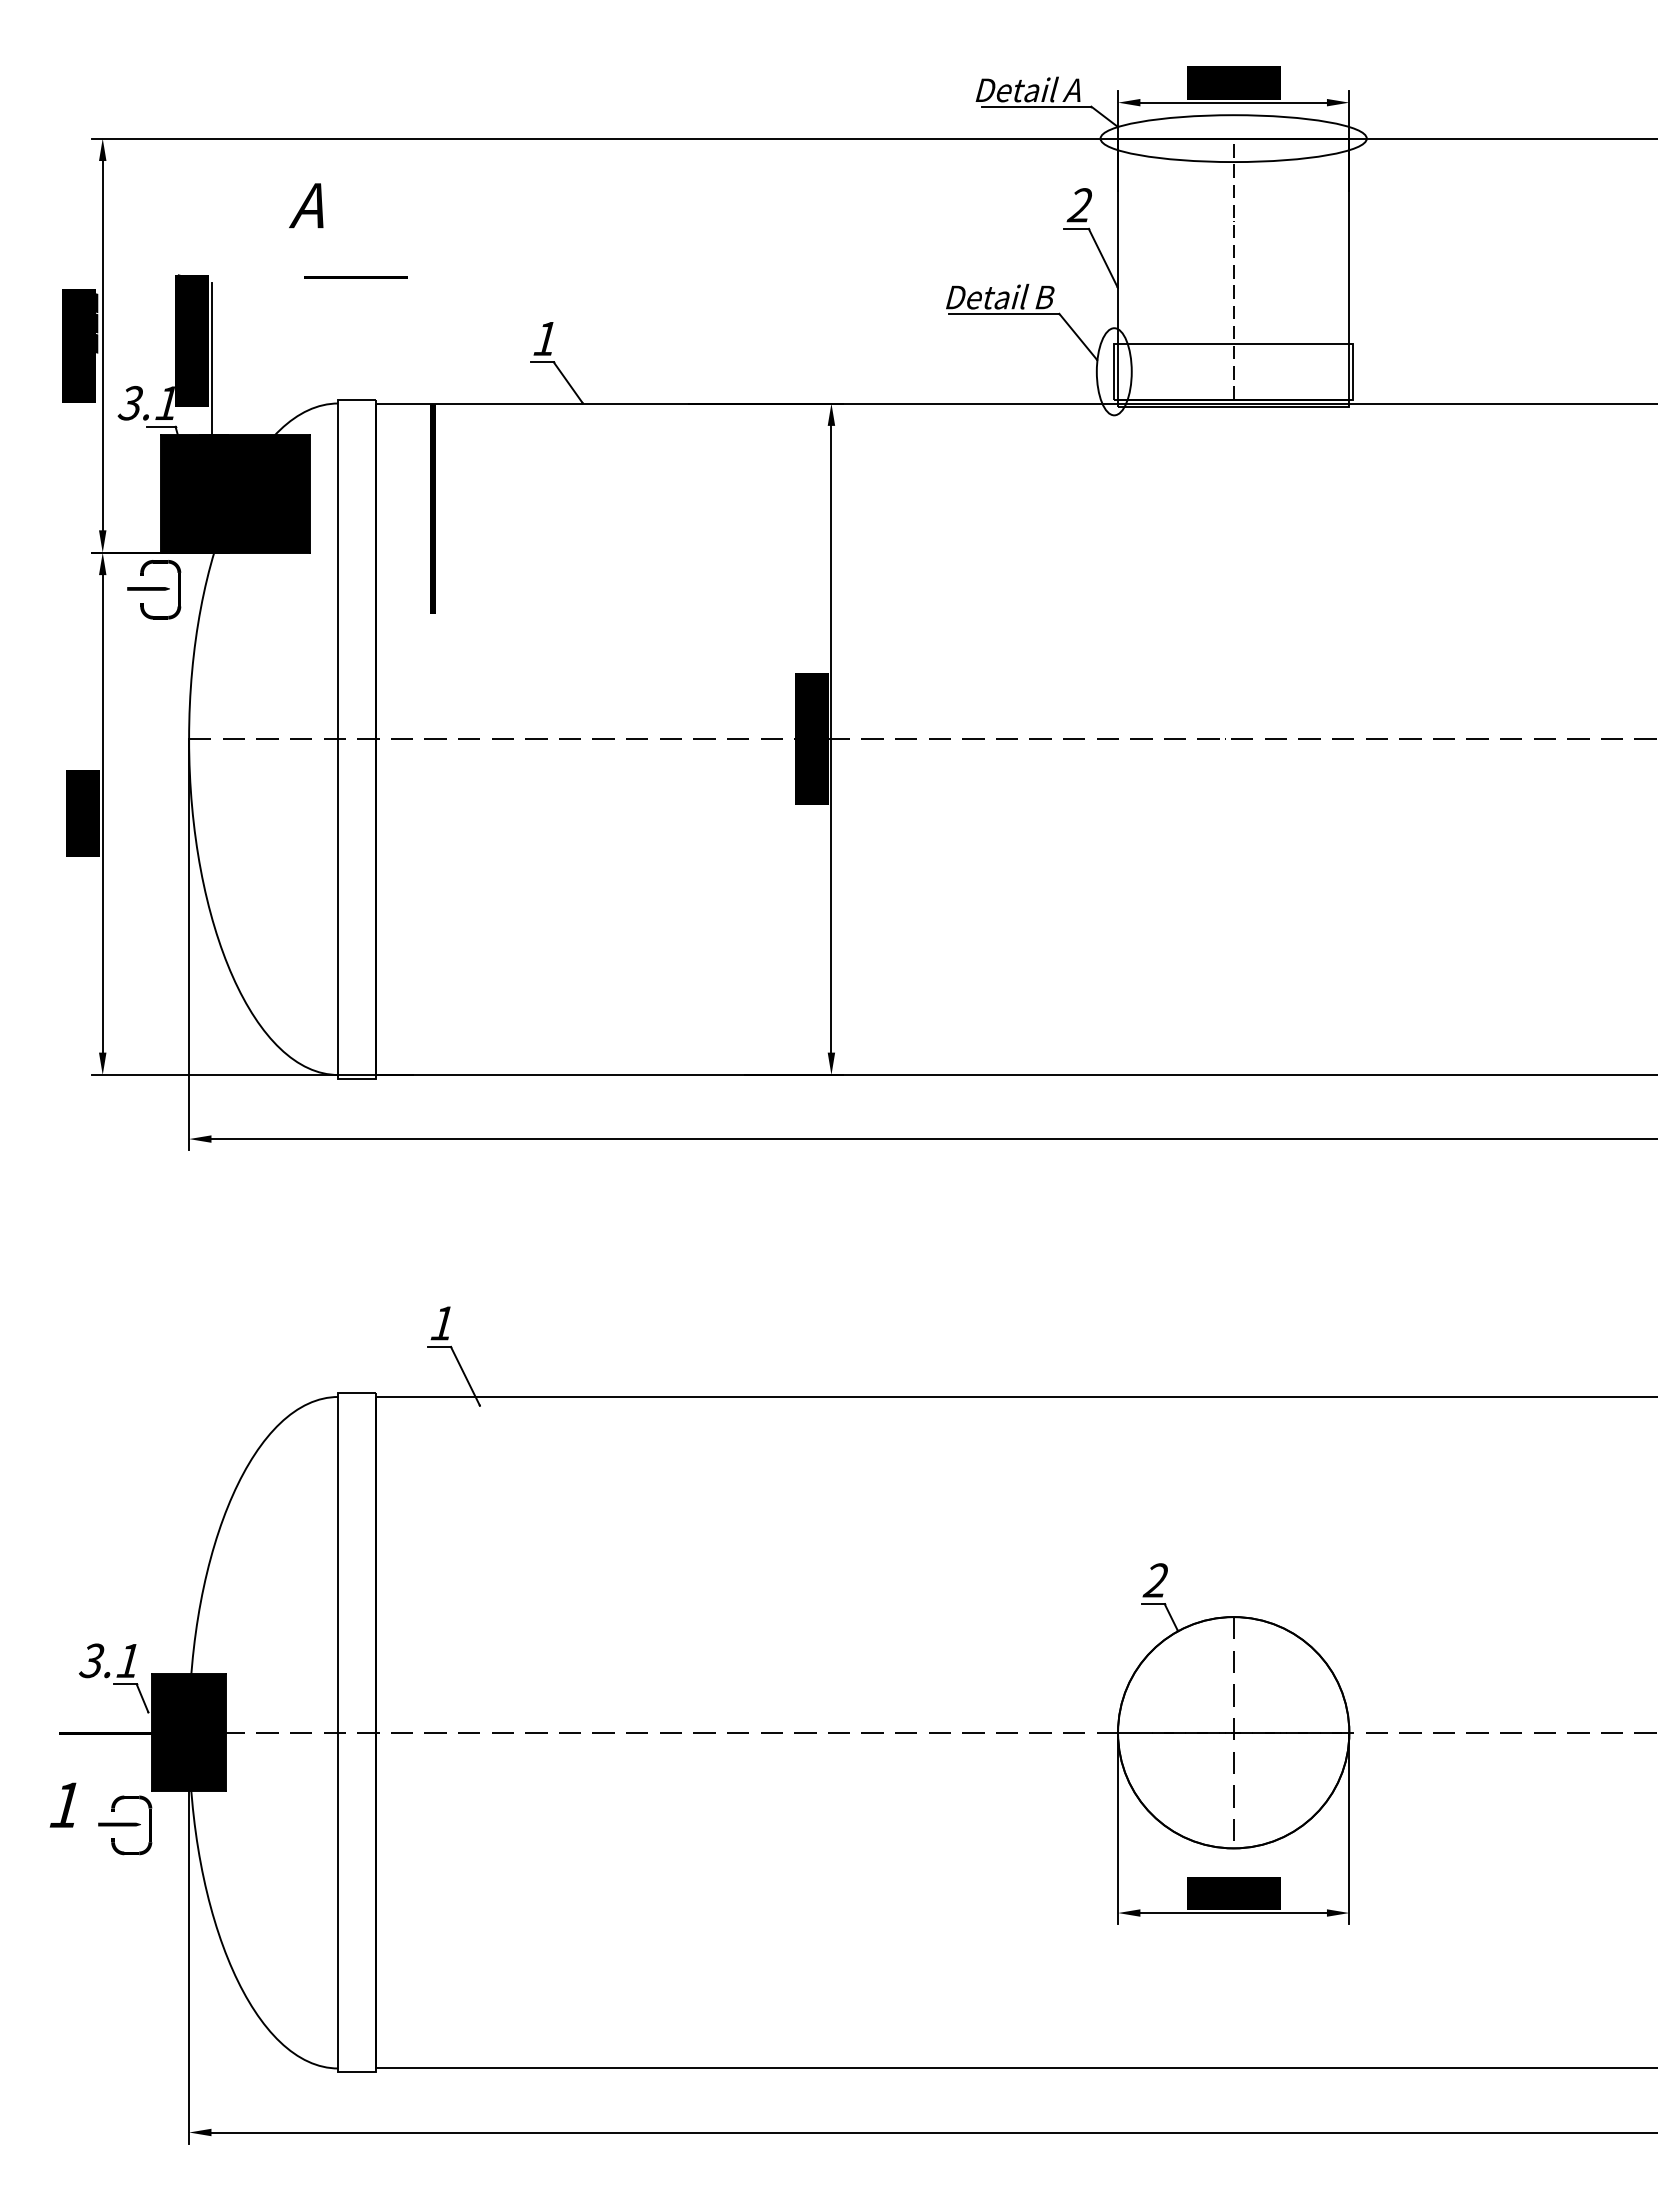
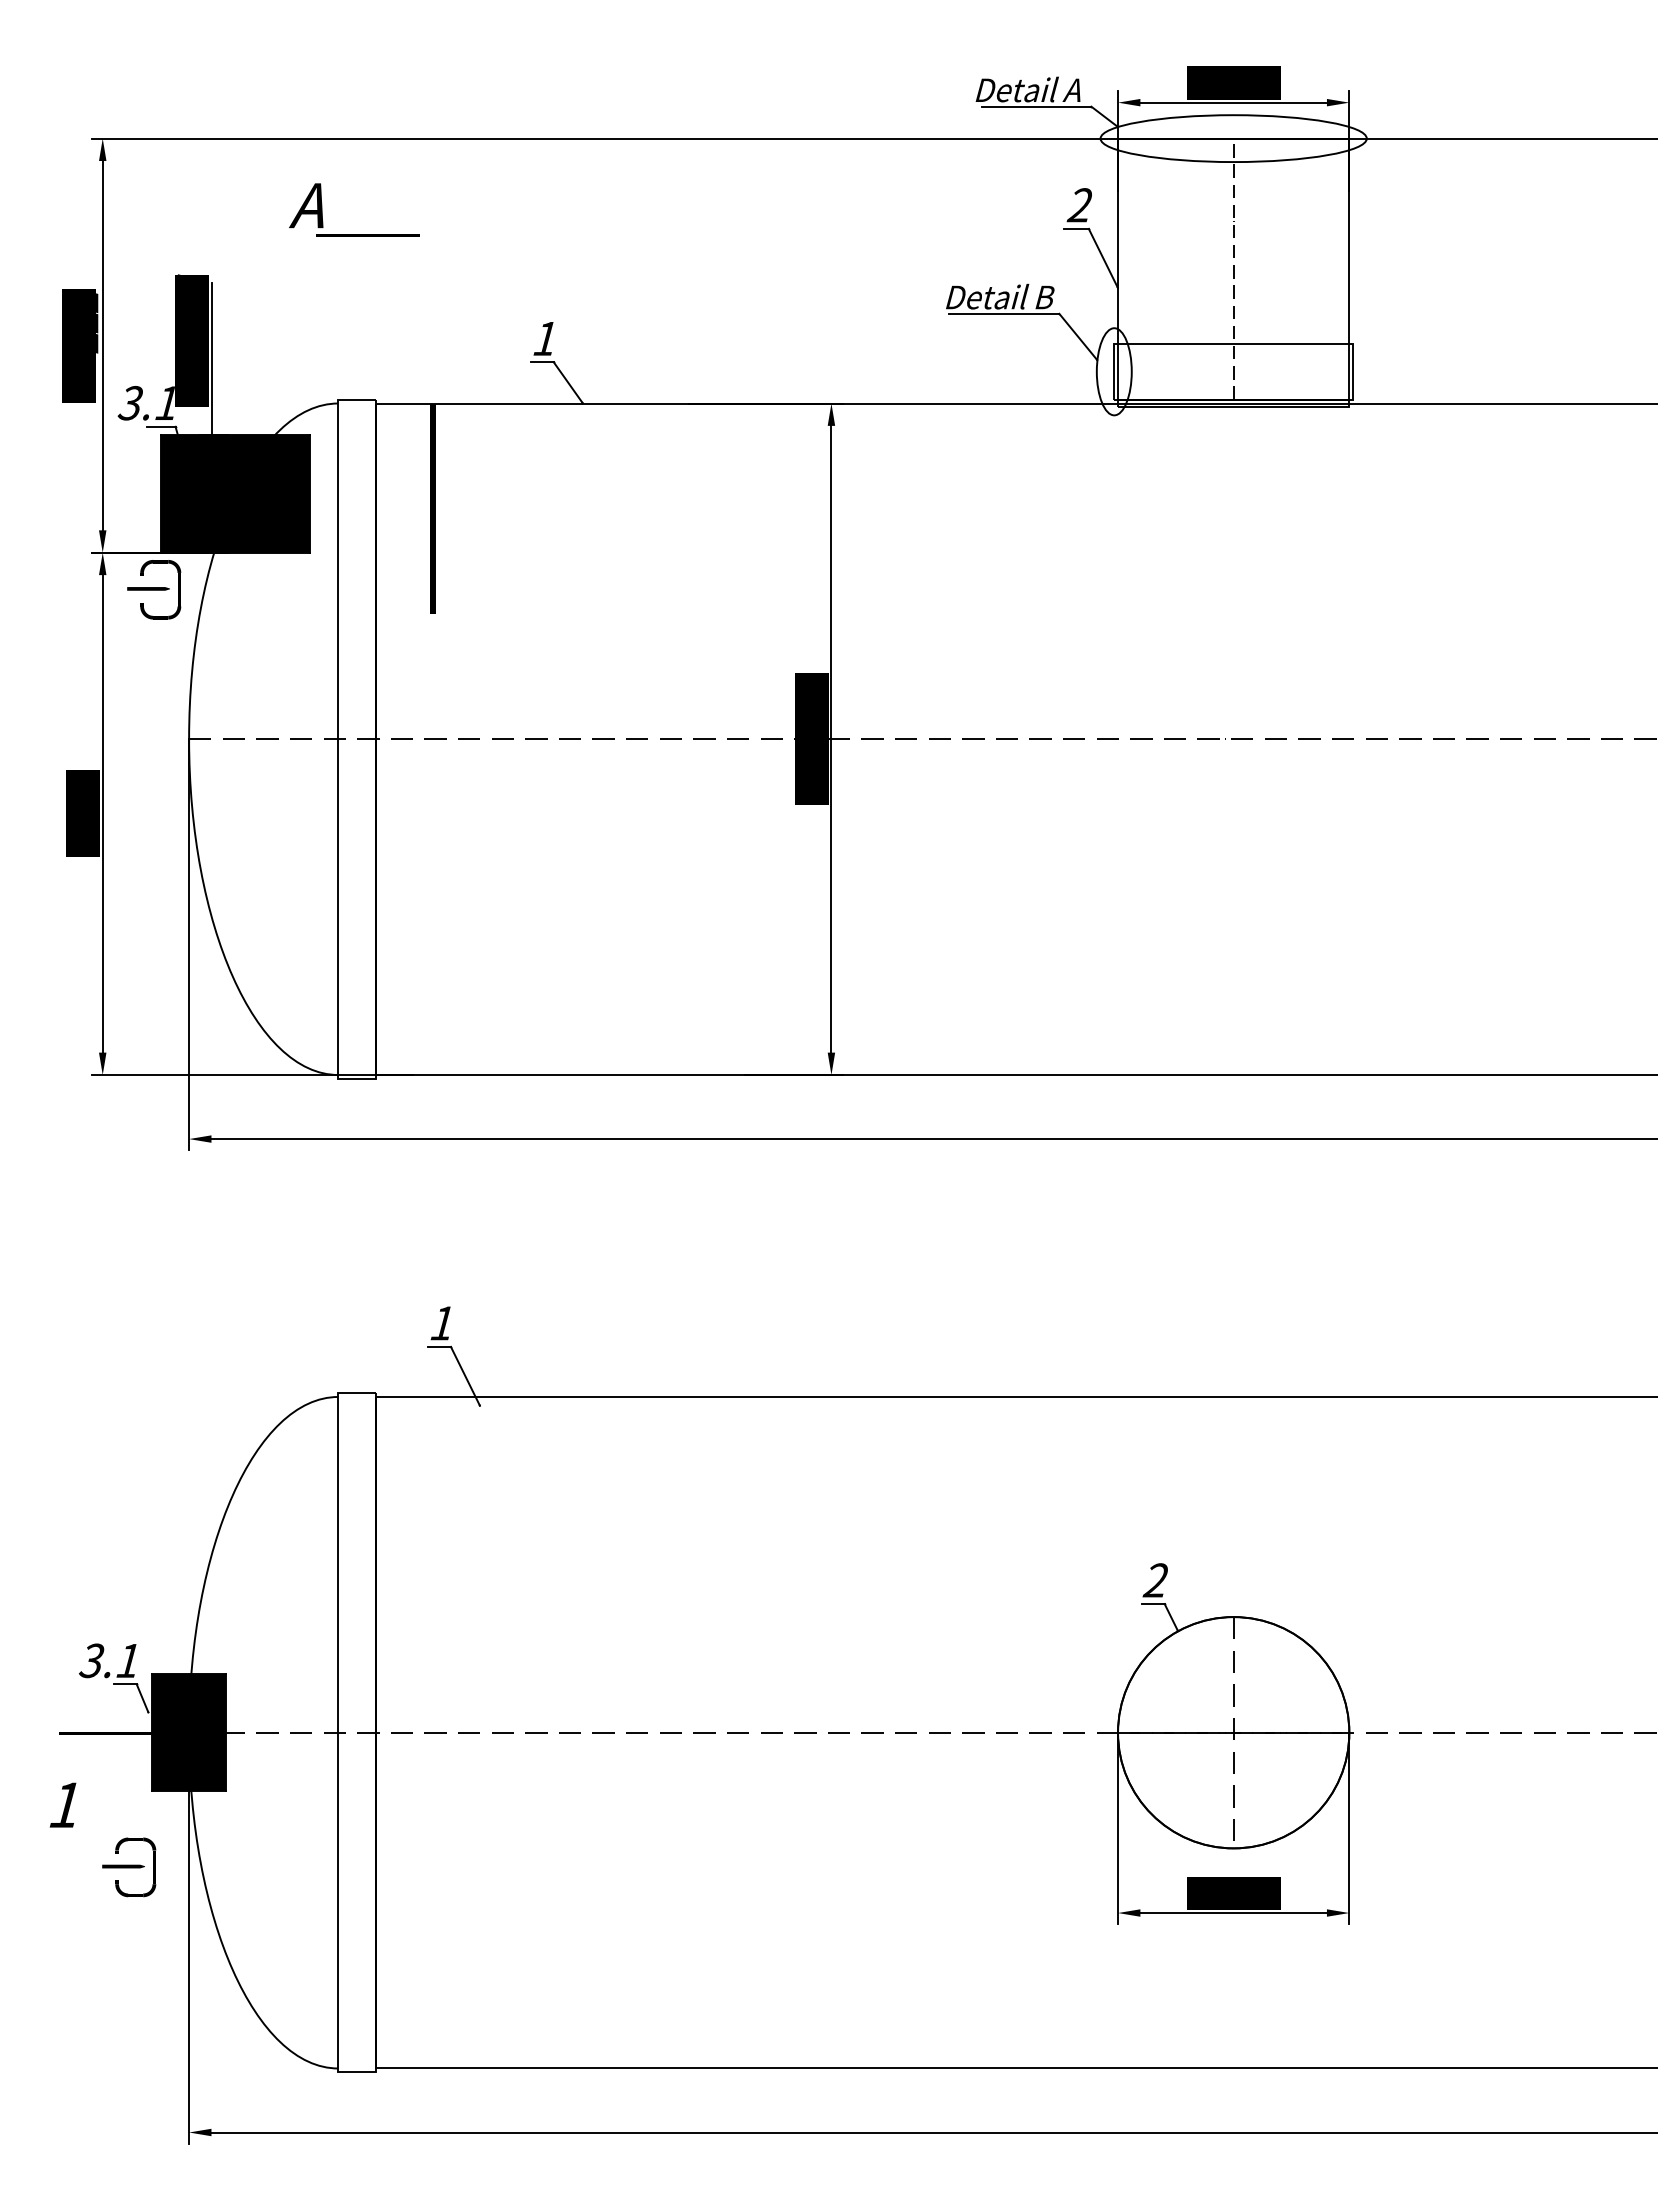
line at (355, 277) position: (355, 277) -> (367, 235)
part at (125, 1825) position: (125, 1825) -> (129, 1867)
